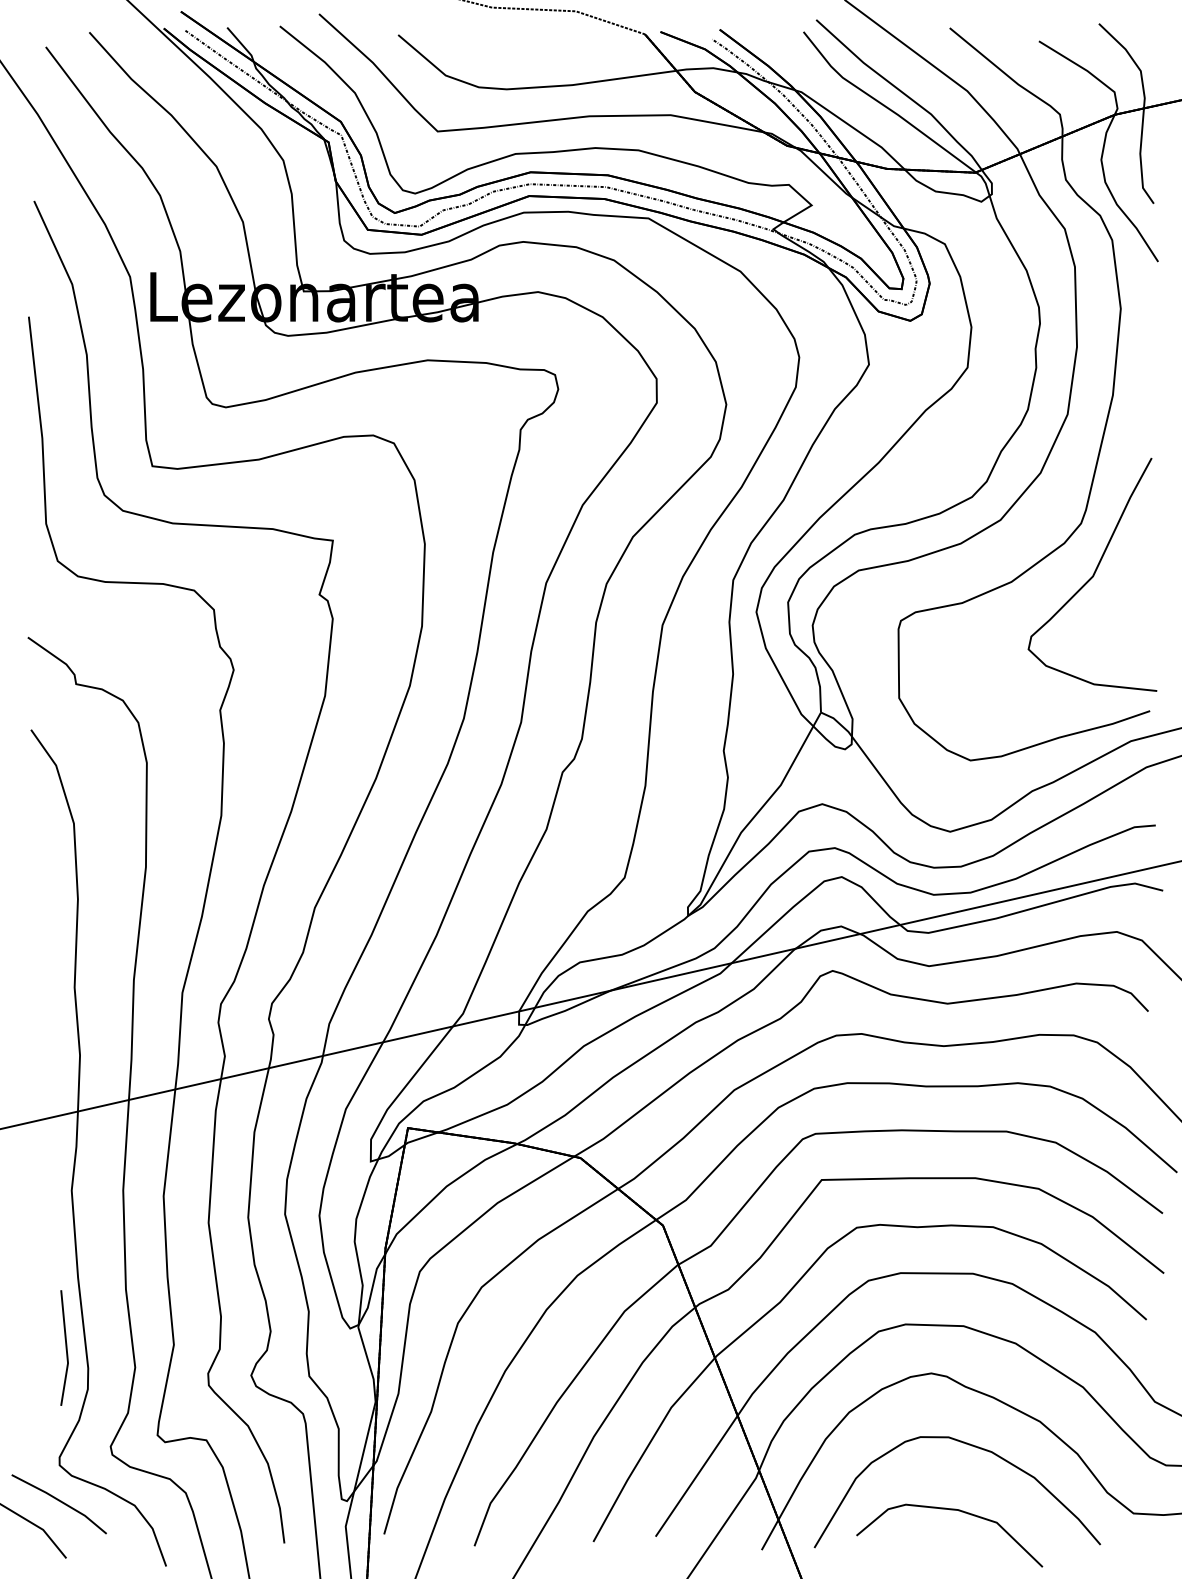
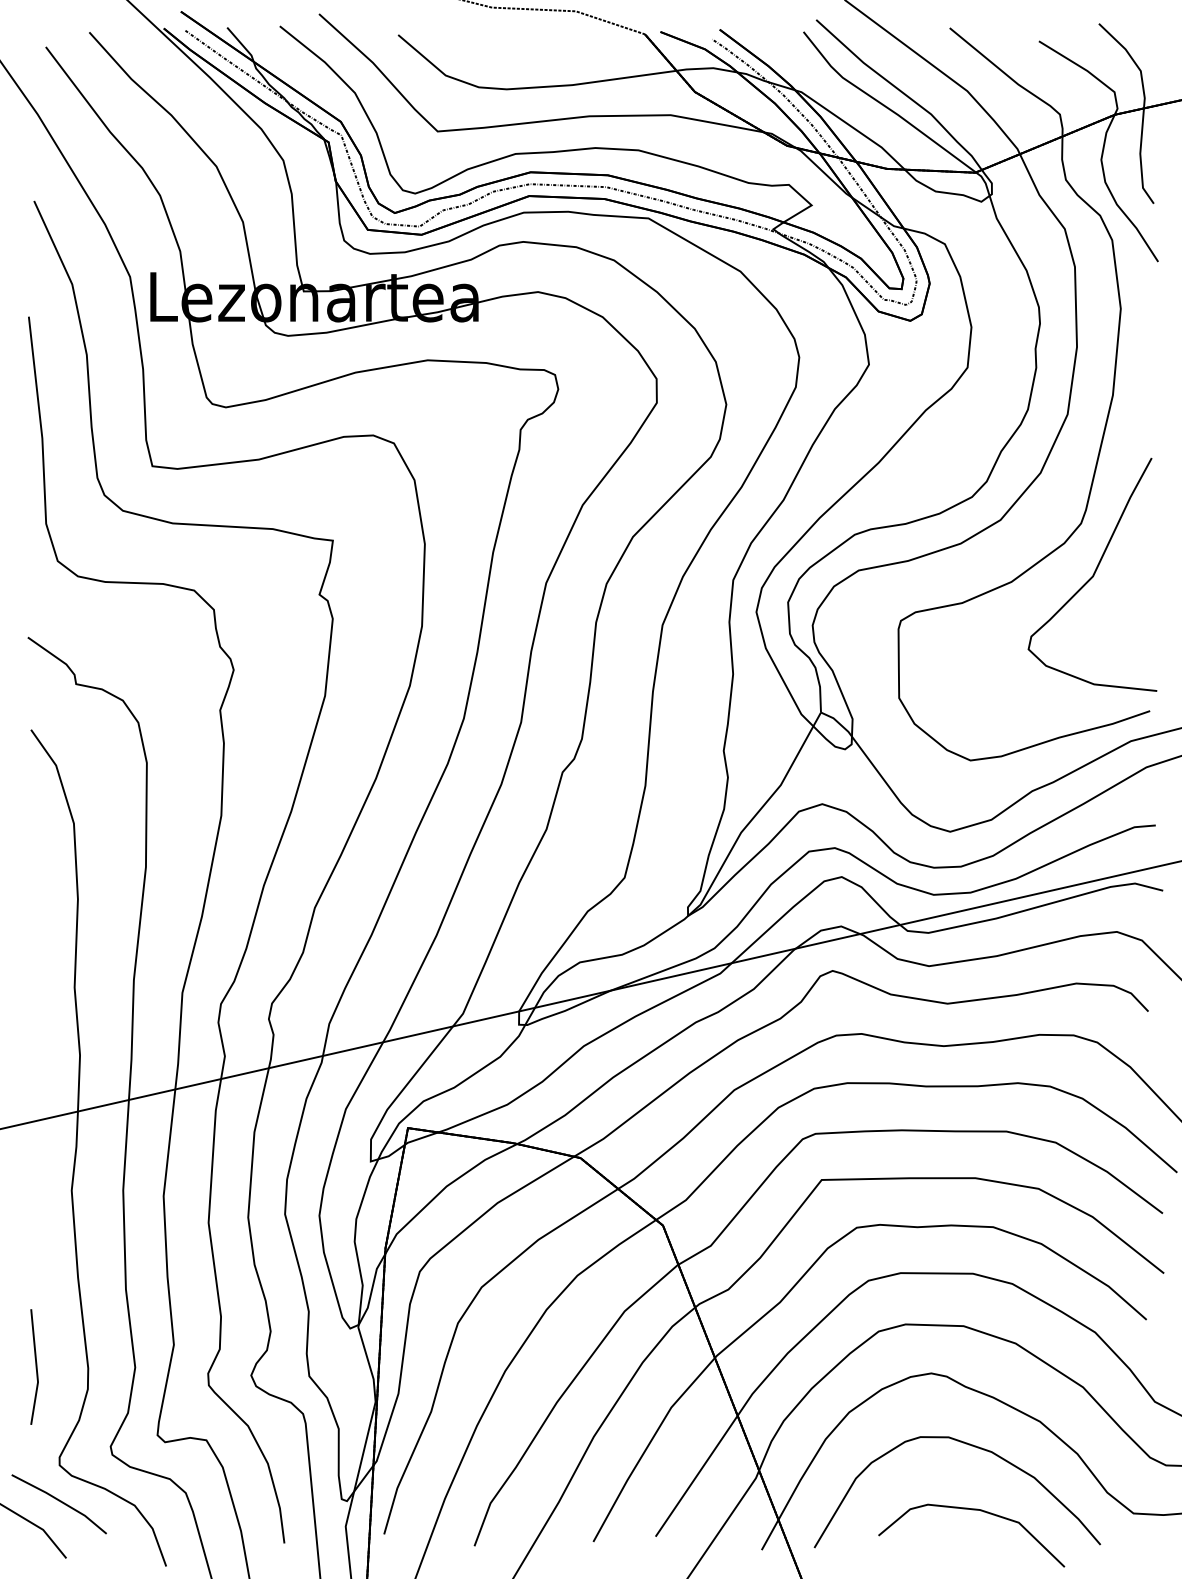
line at (65, 1347) position: (65, 1347) -> (35, 1366)
curve at (950, 1510) position: (950, 1510) -> (972, 1510)
